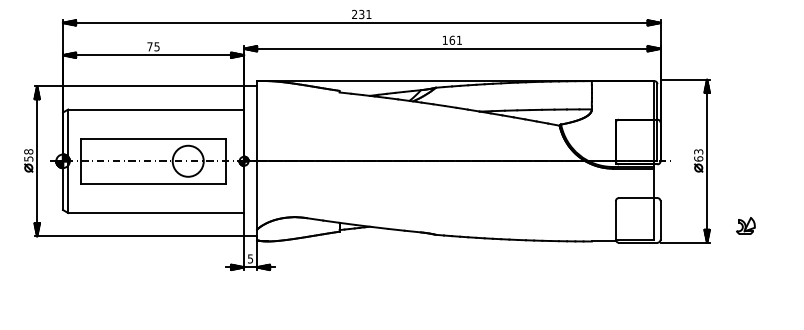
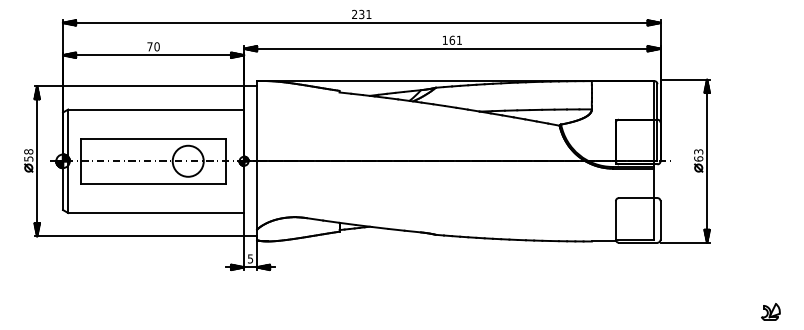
text at (156, 46): 75 -> 70
part at (745, 225) position: (745, 225) -> (770, 311)
